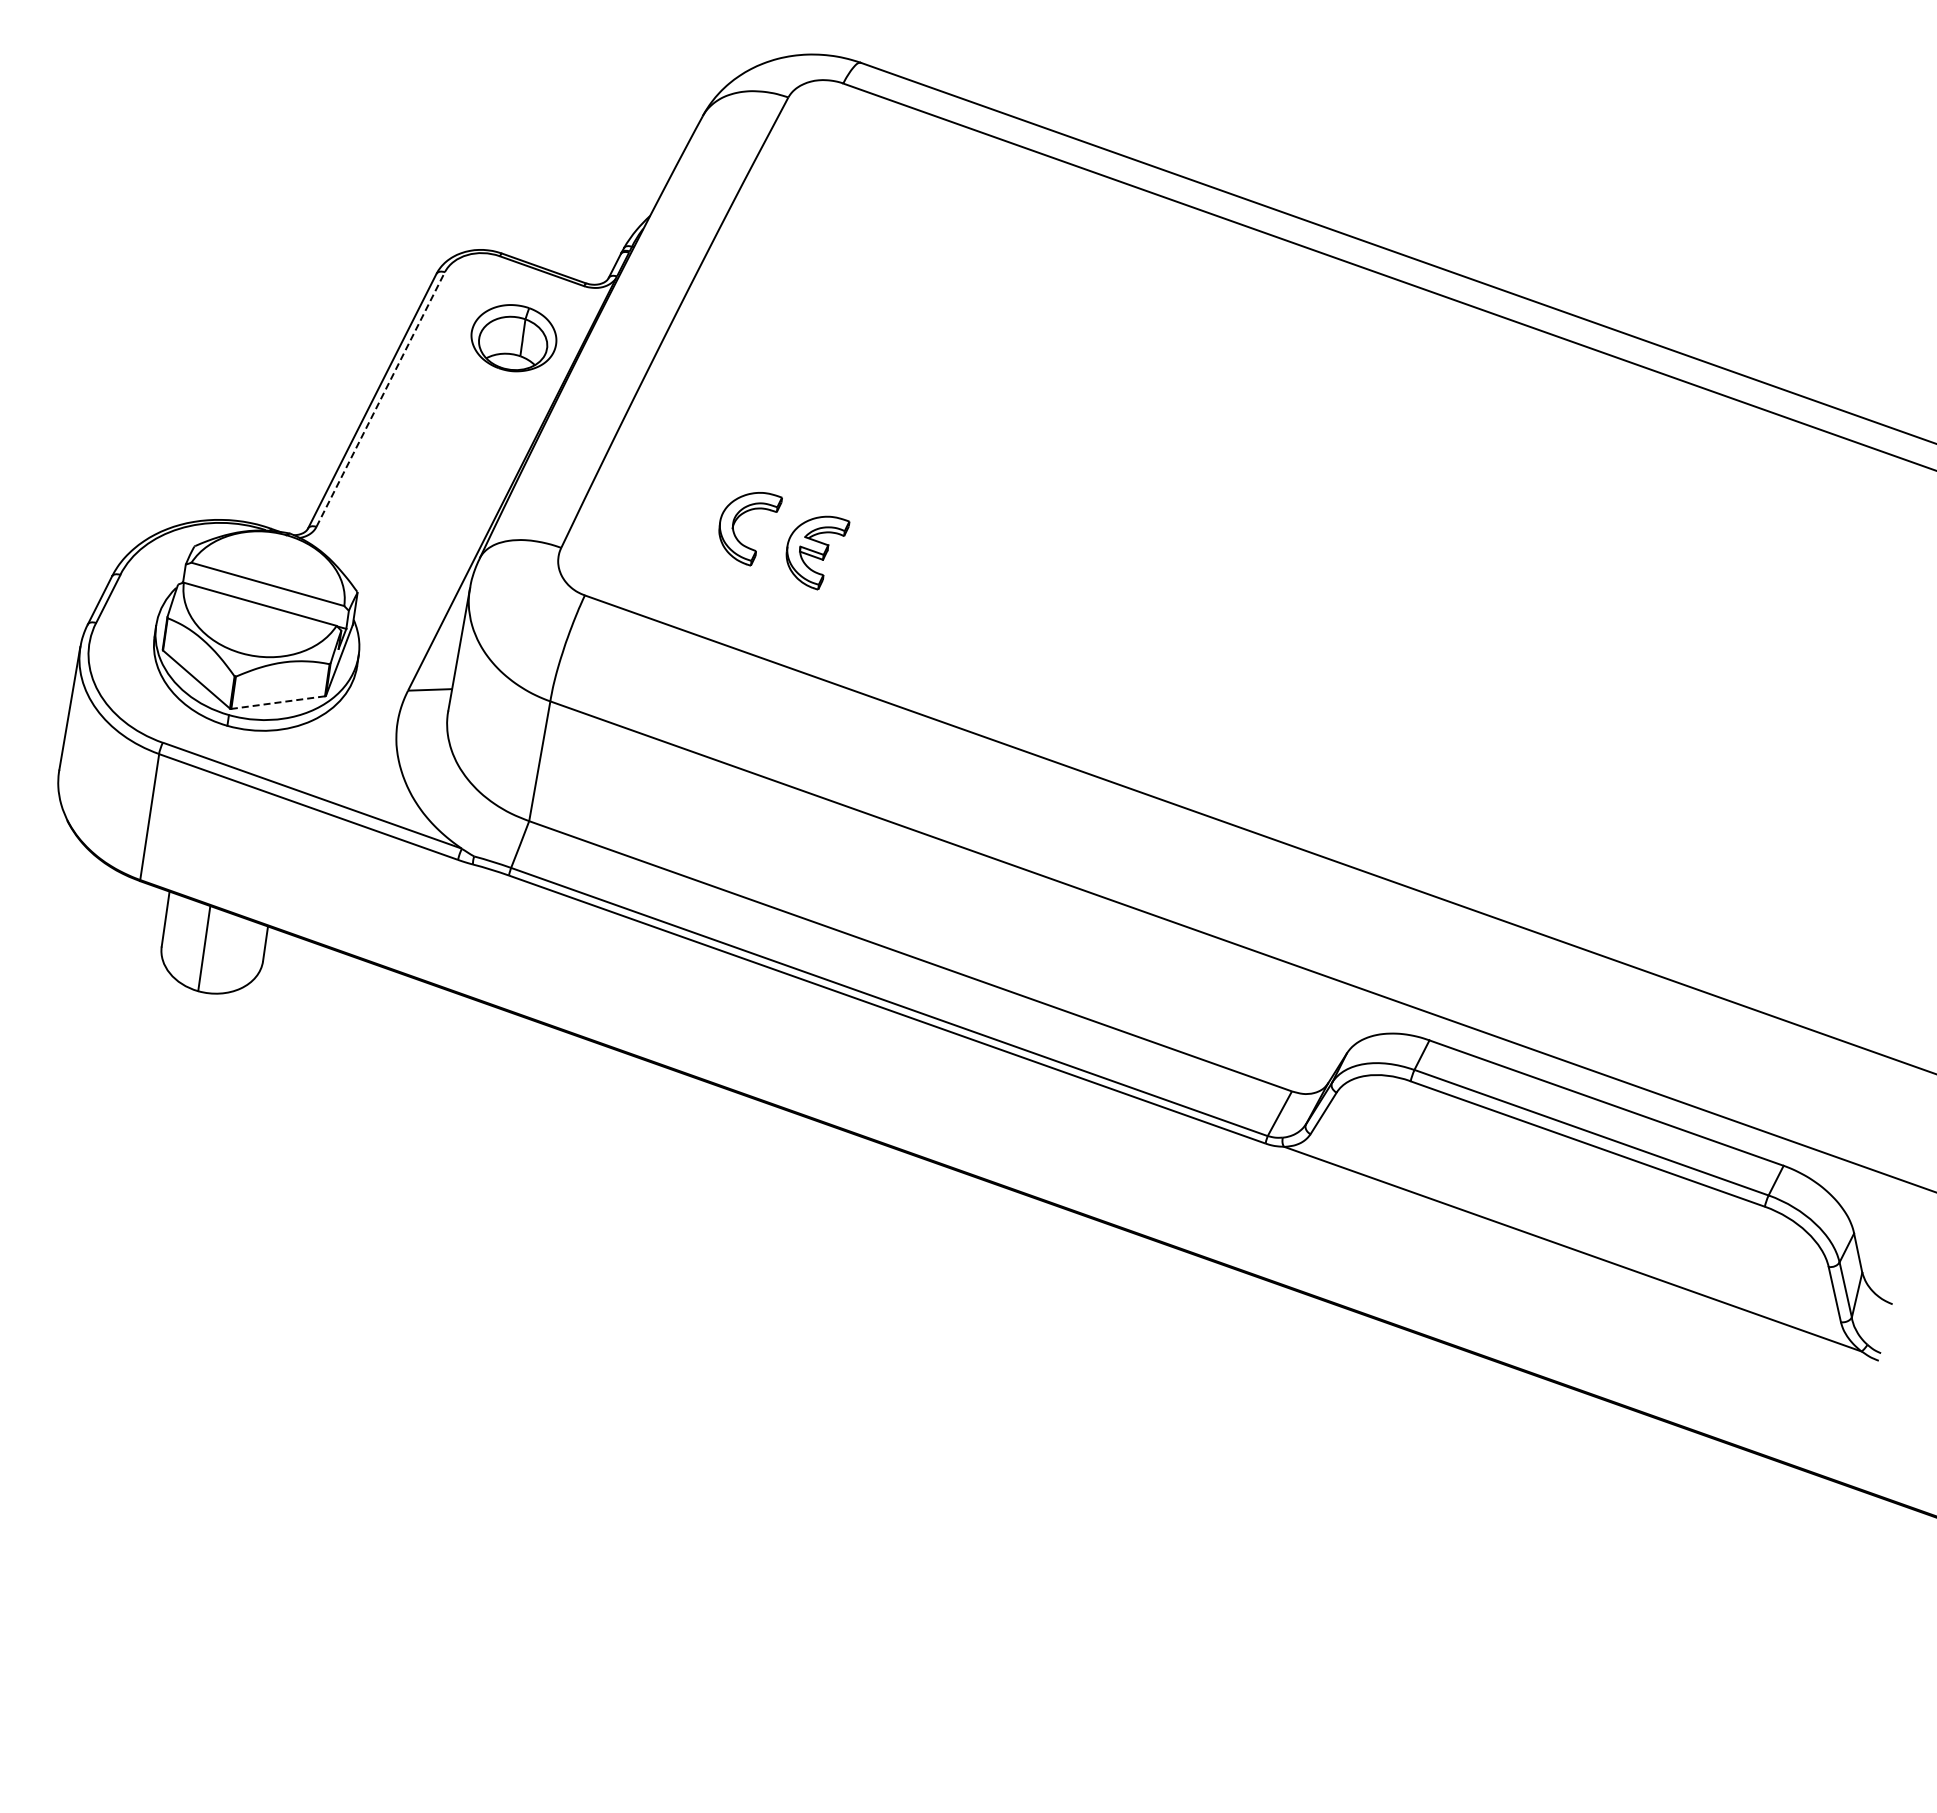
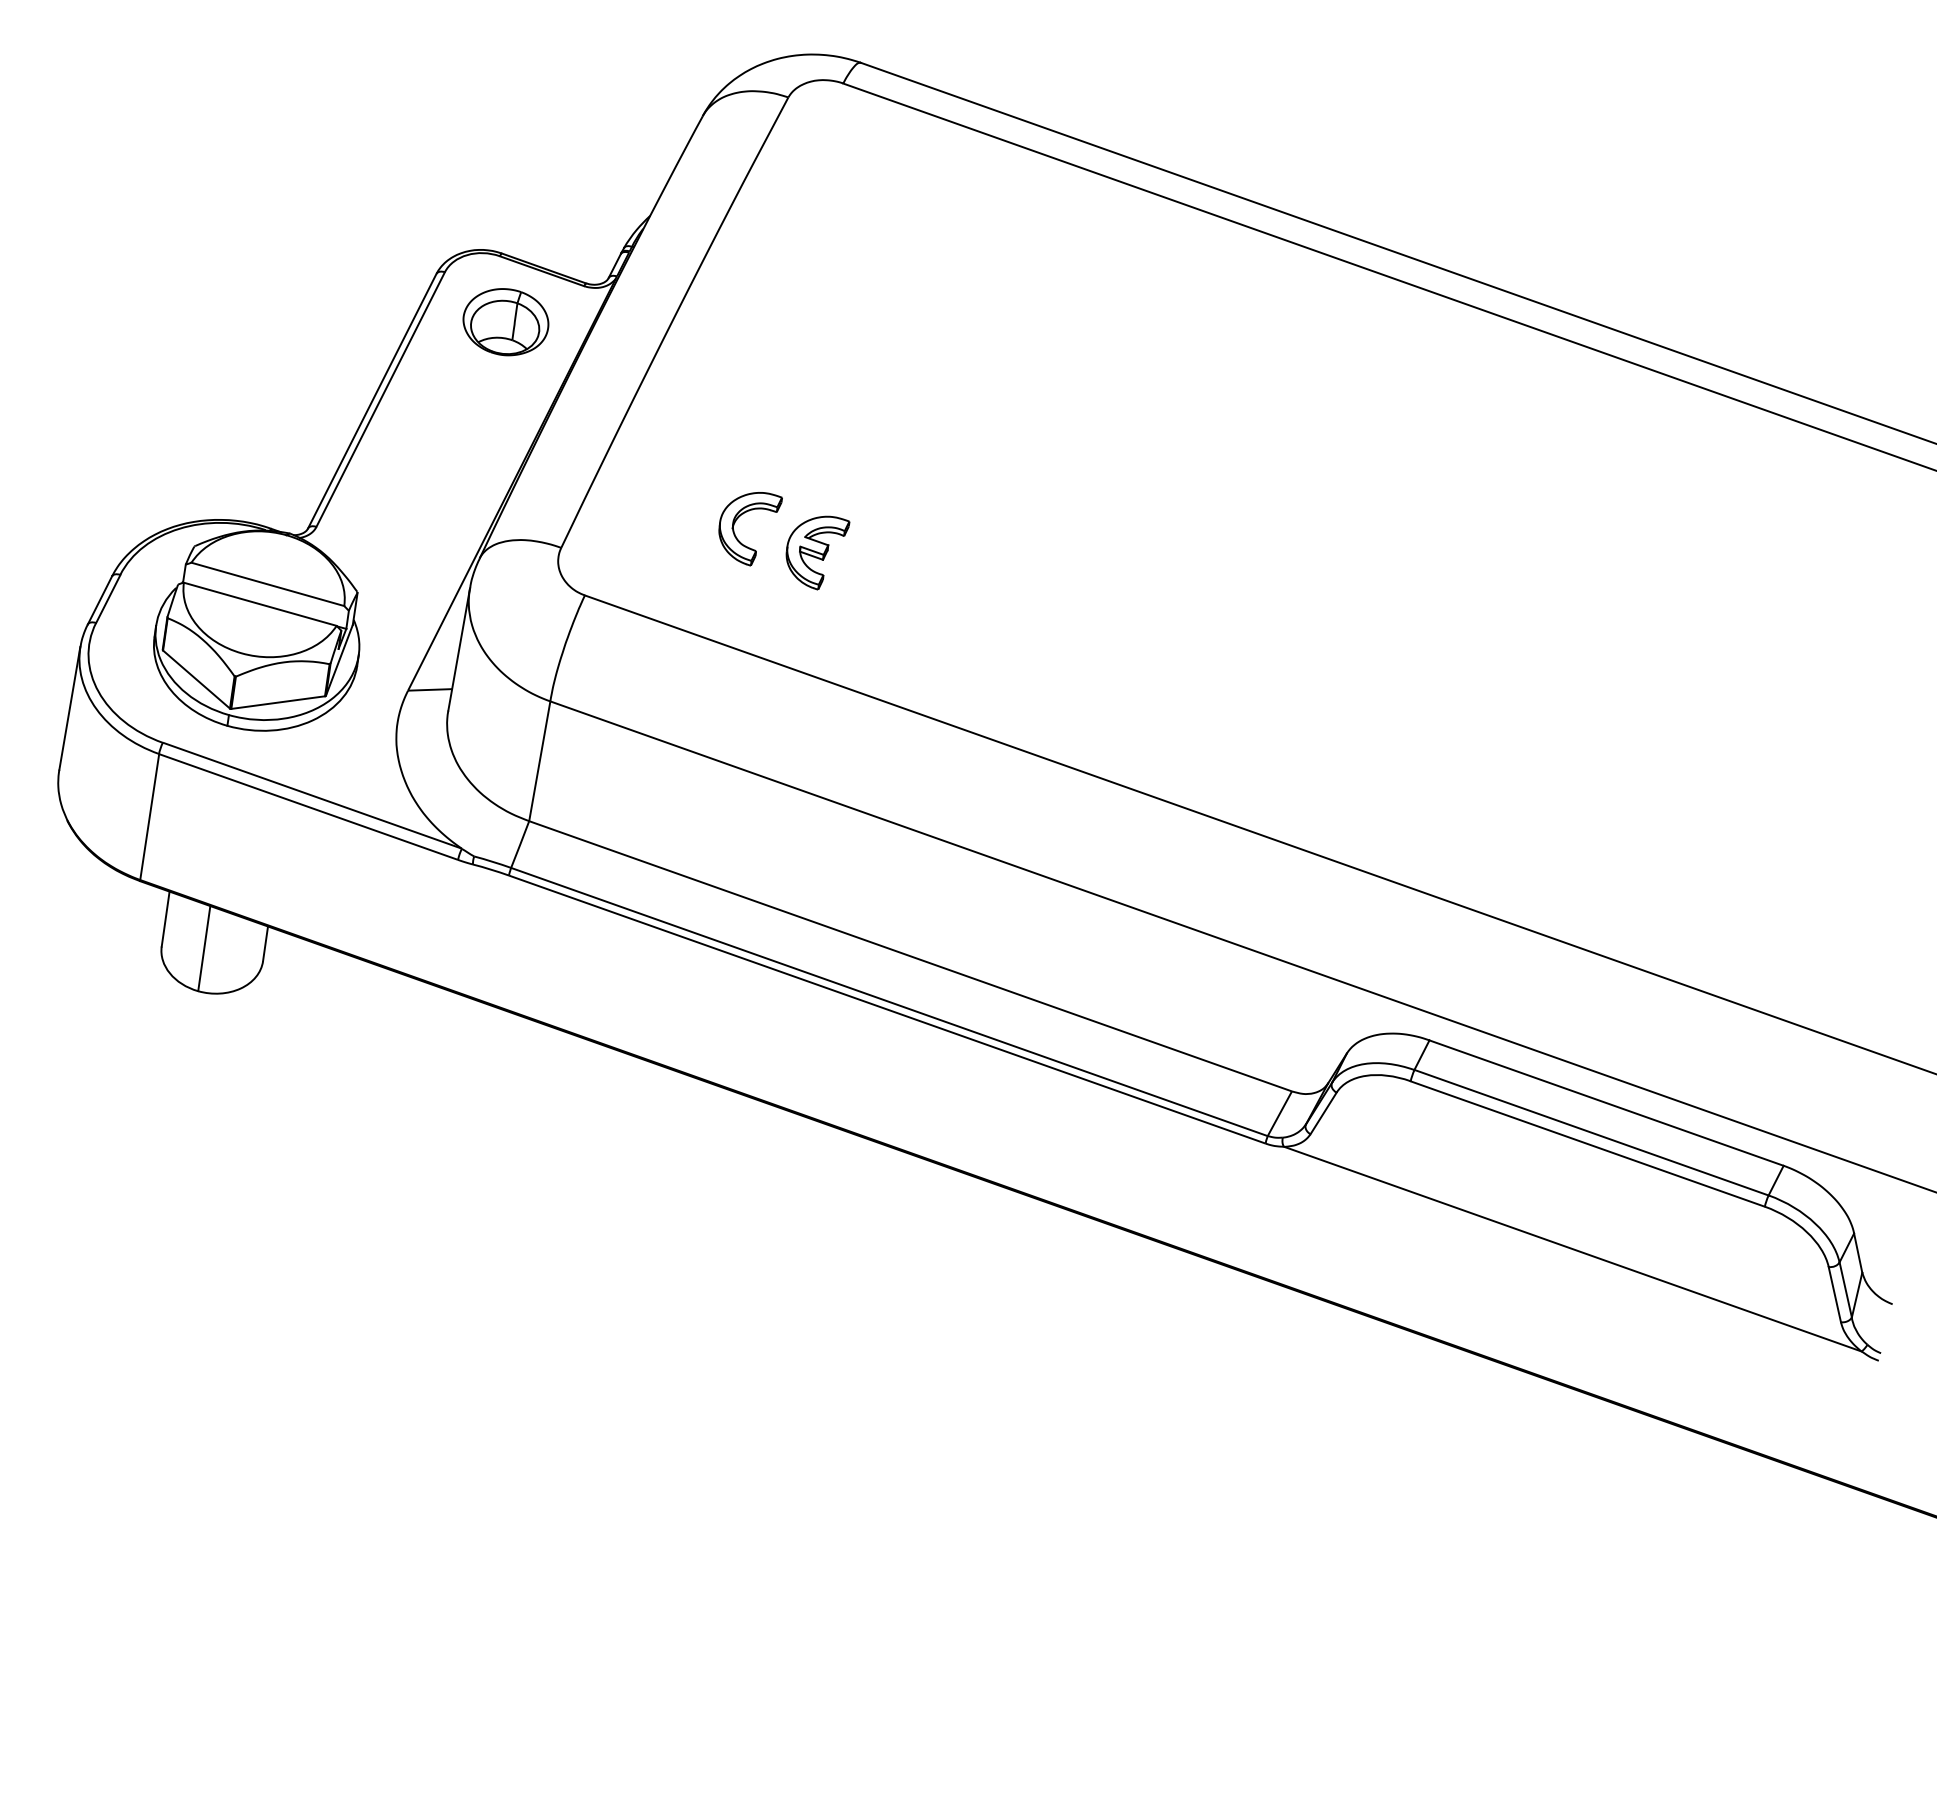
part at (513, 338) position: (513, 338) -> (505, 322)
line at (380, 399): dashed -> solid
line at (277, 702): dashed -> solid
